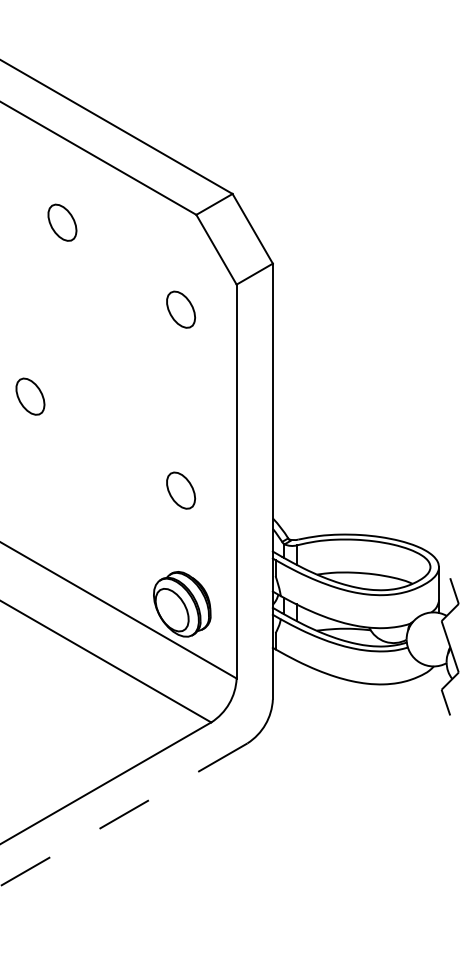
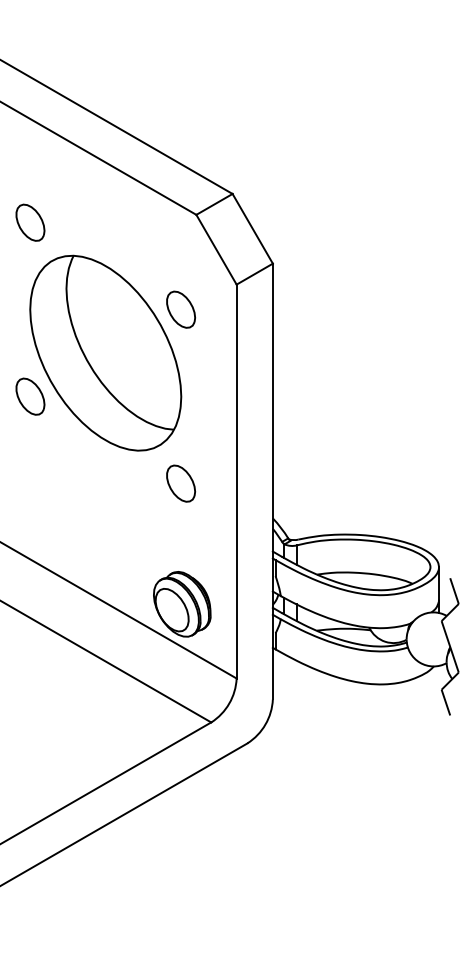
part at (62, 222) position: (62, 222) -> (30, 222)
part at (105, 352): none -> present
part at (181, 490) position: (181, 490) -> (181, 483)
line at (123, 814): dashed -> solid
